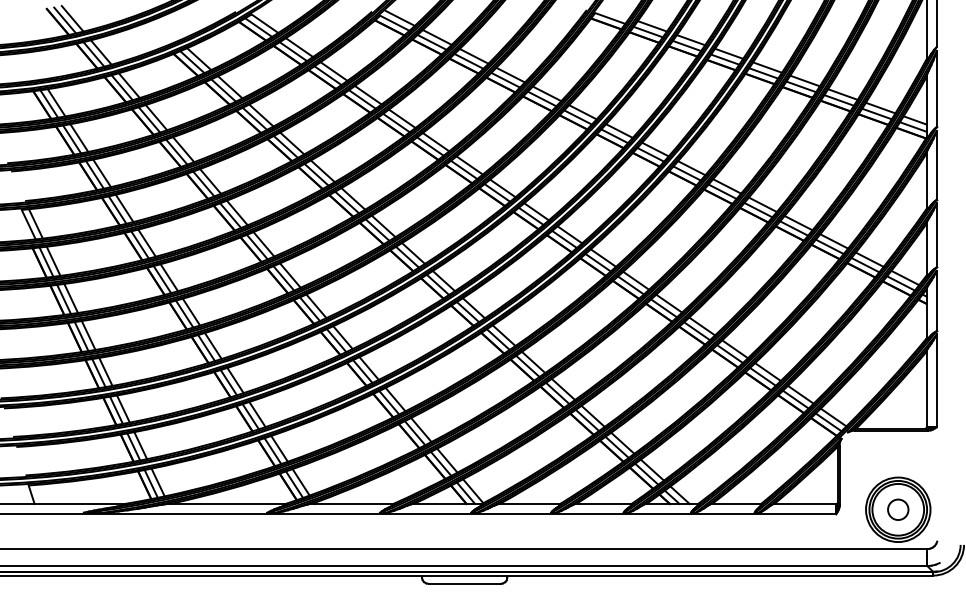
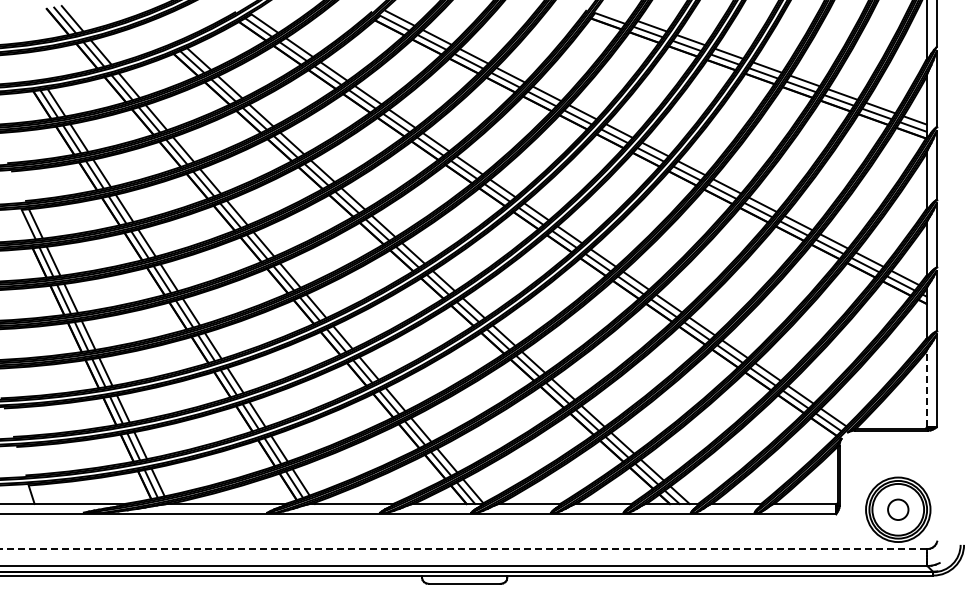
line at (926, 388): solid -> dashed
line at (463, 549): solid -> dashed
